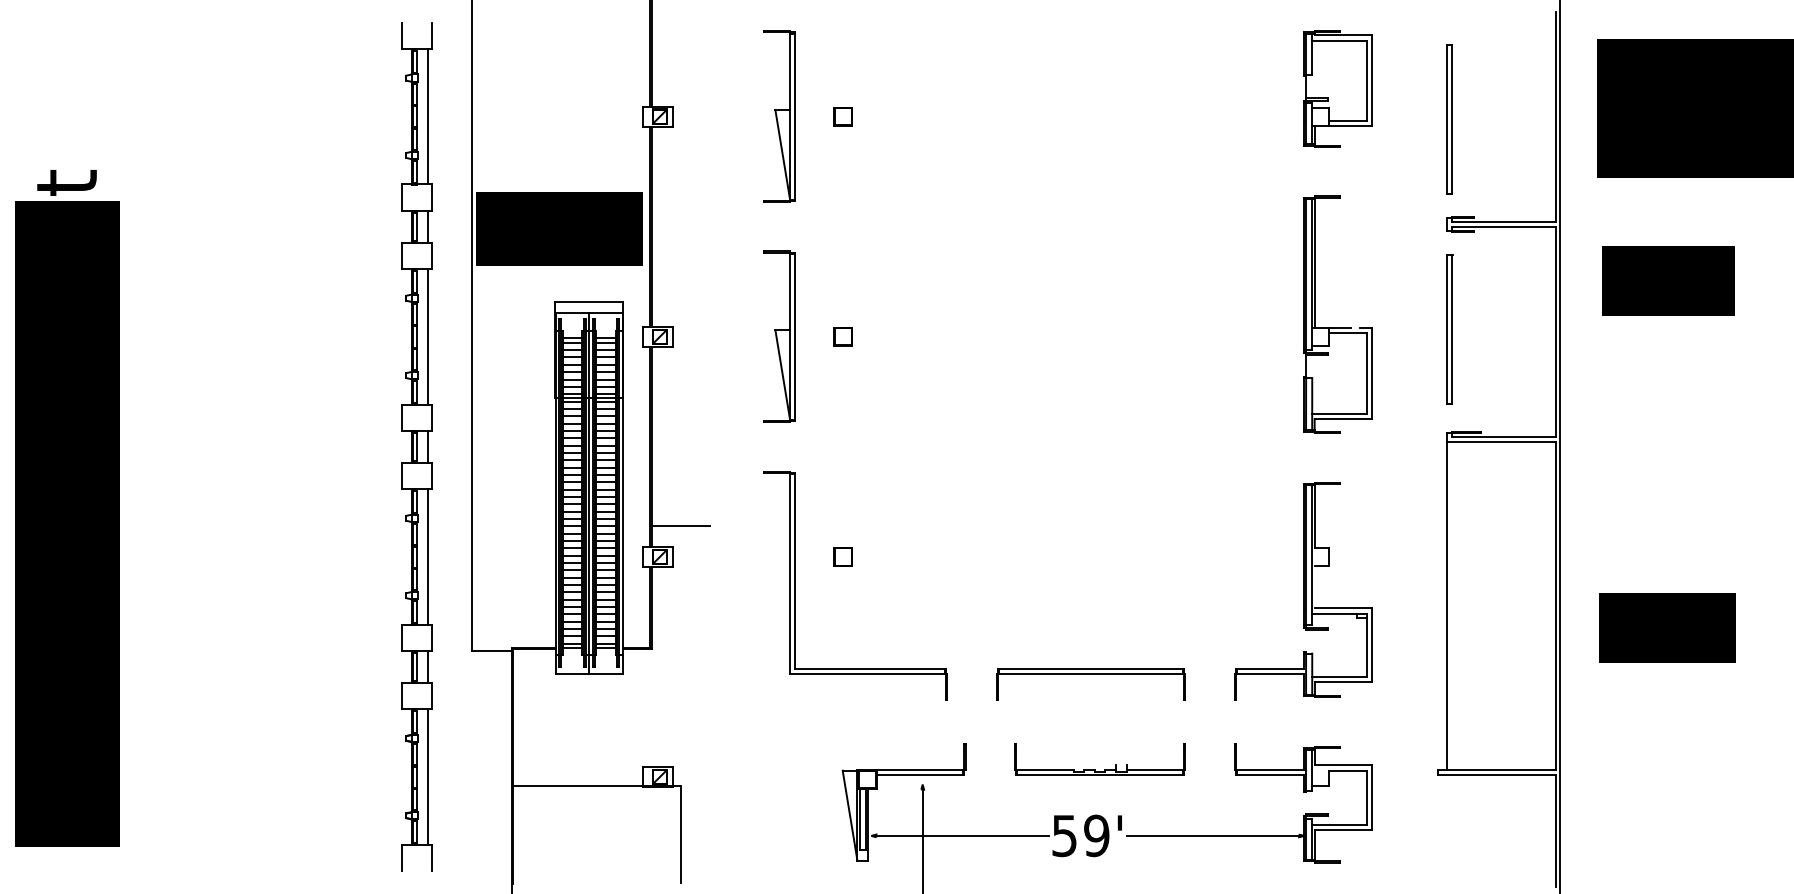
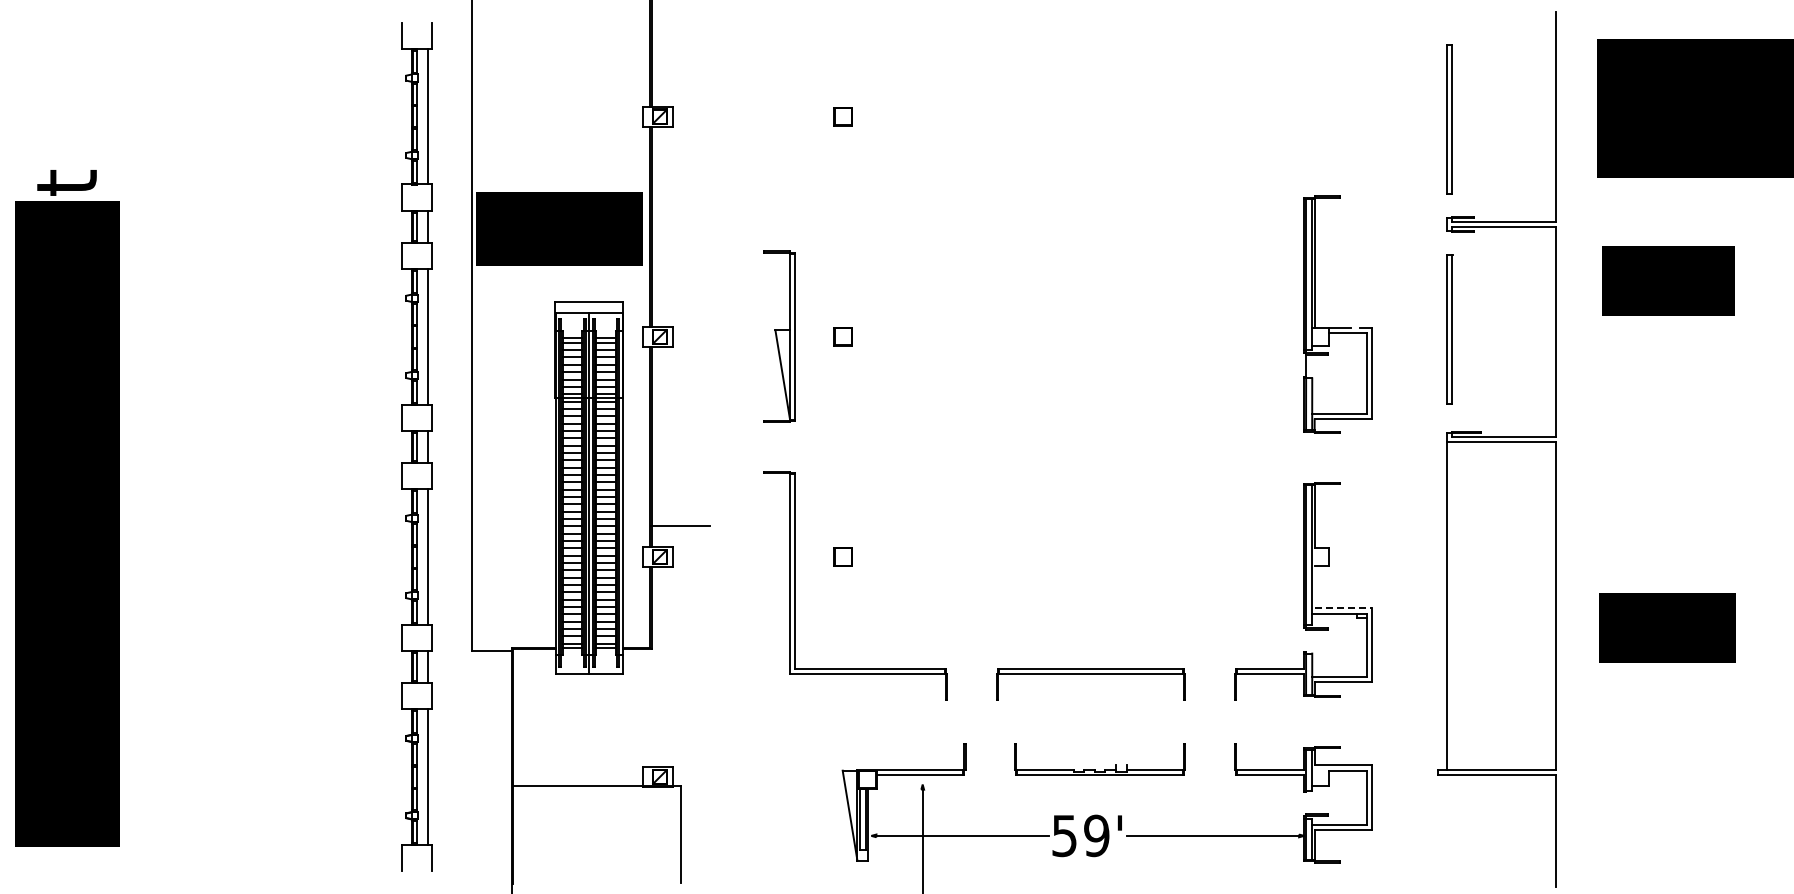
part at (1337, 88): present -> none
part at (779, 116): present -> none
line at (1560, 446): present -> none
line at (1343, 608): solid -> dashed
